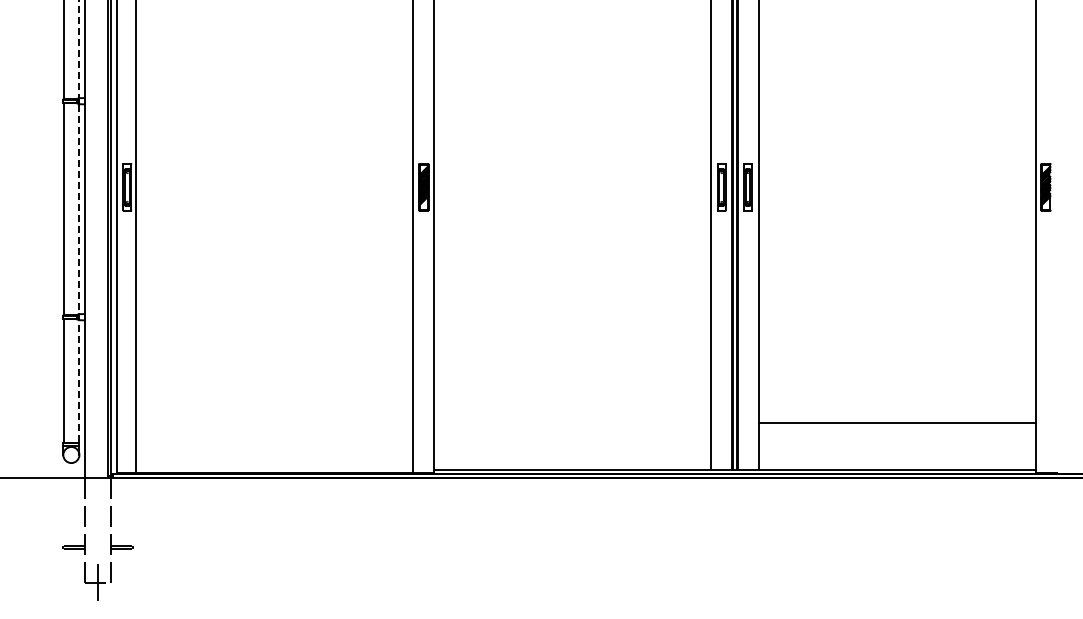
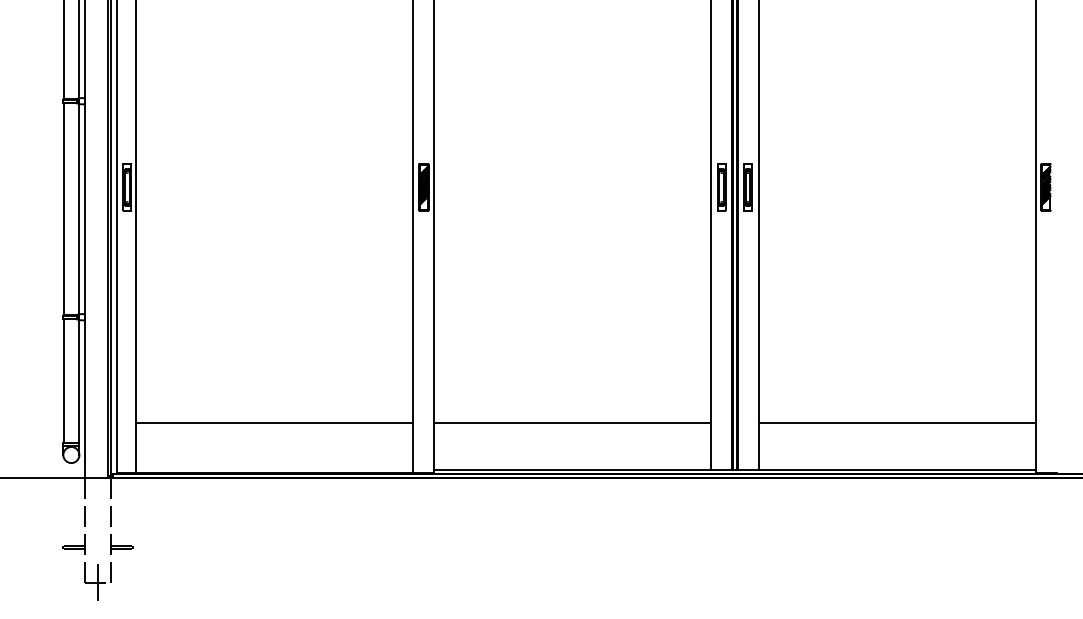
line at (78, 221): dashed -> solid
line at (274, 422): none -> present
line at (572, 422): none -> present
